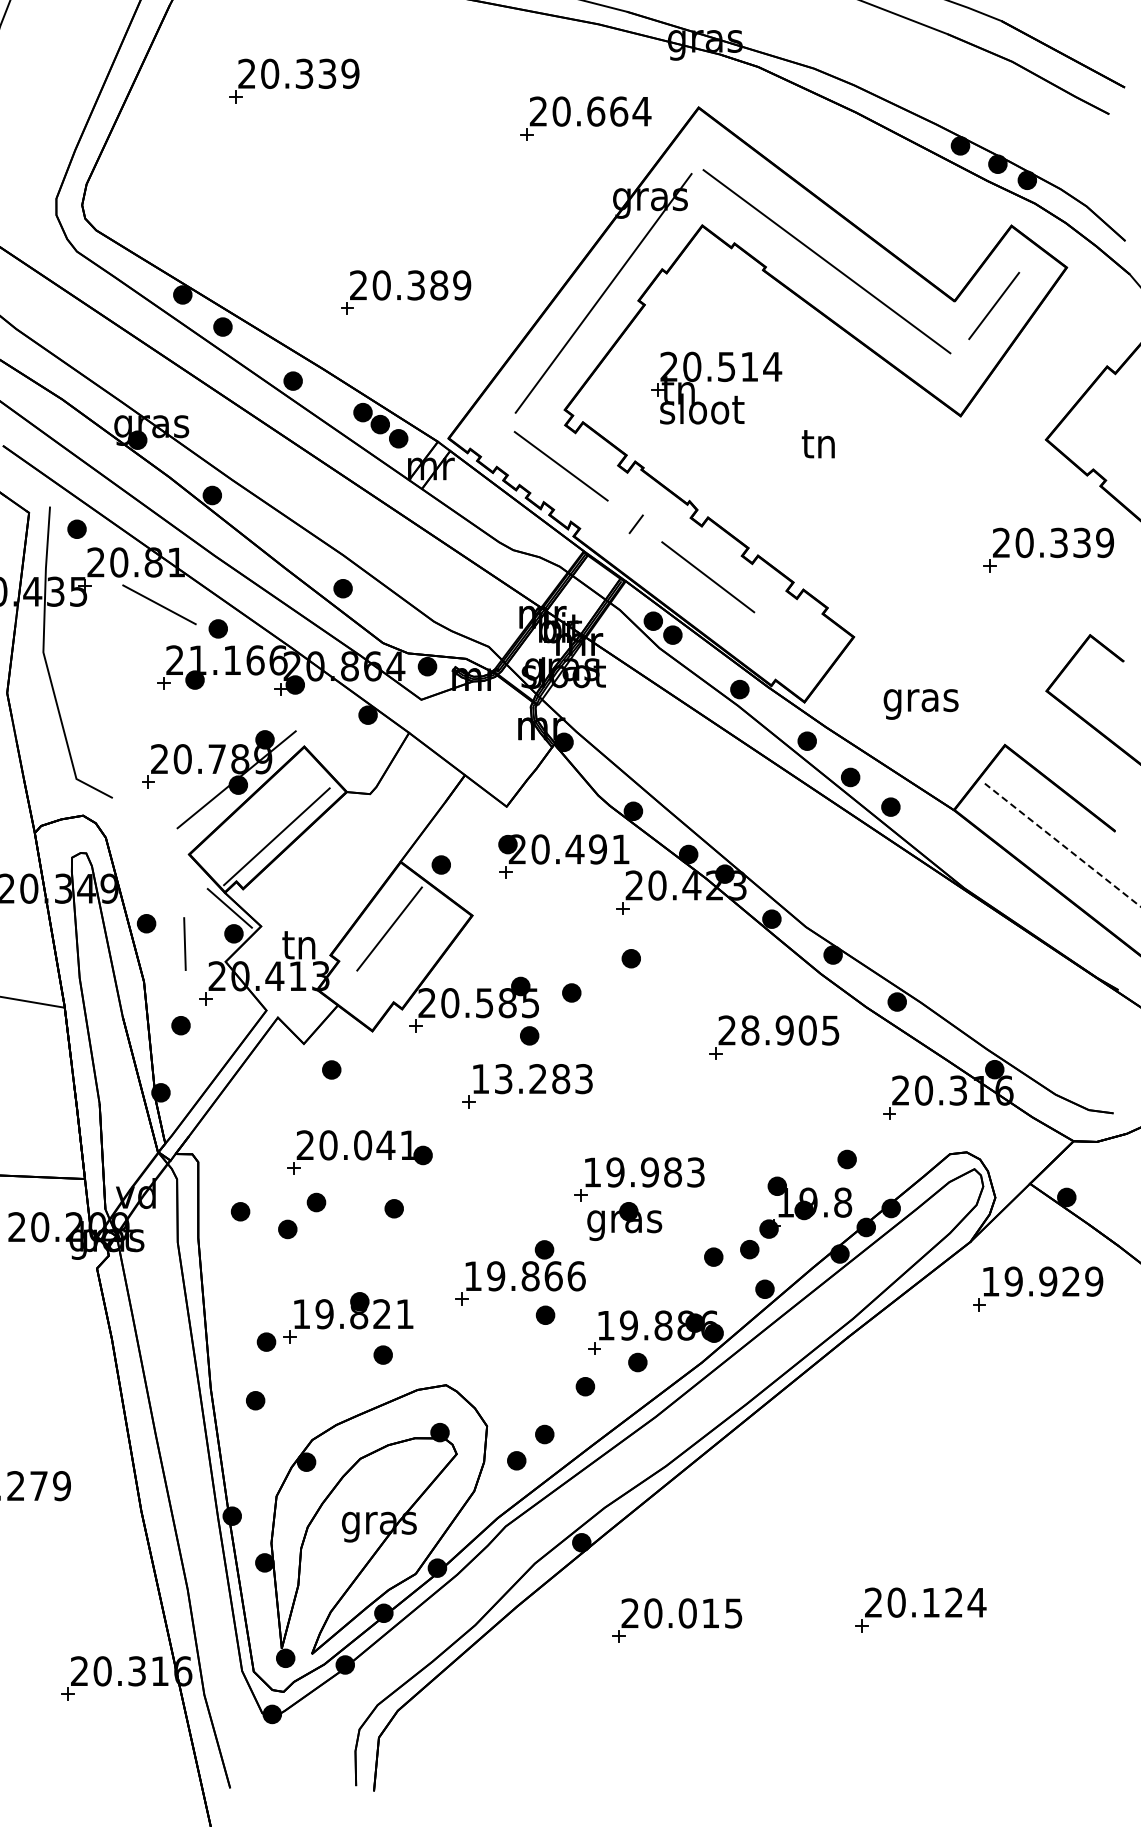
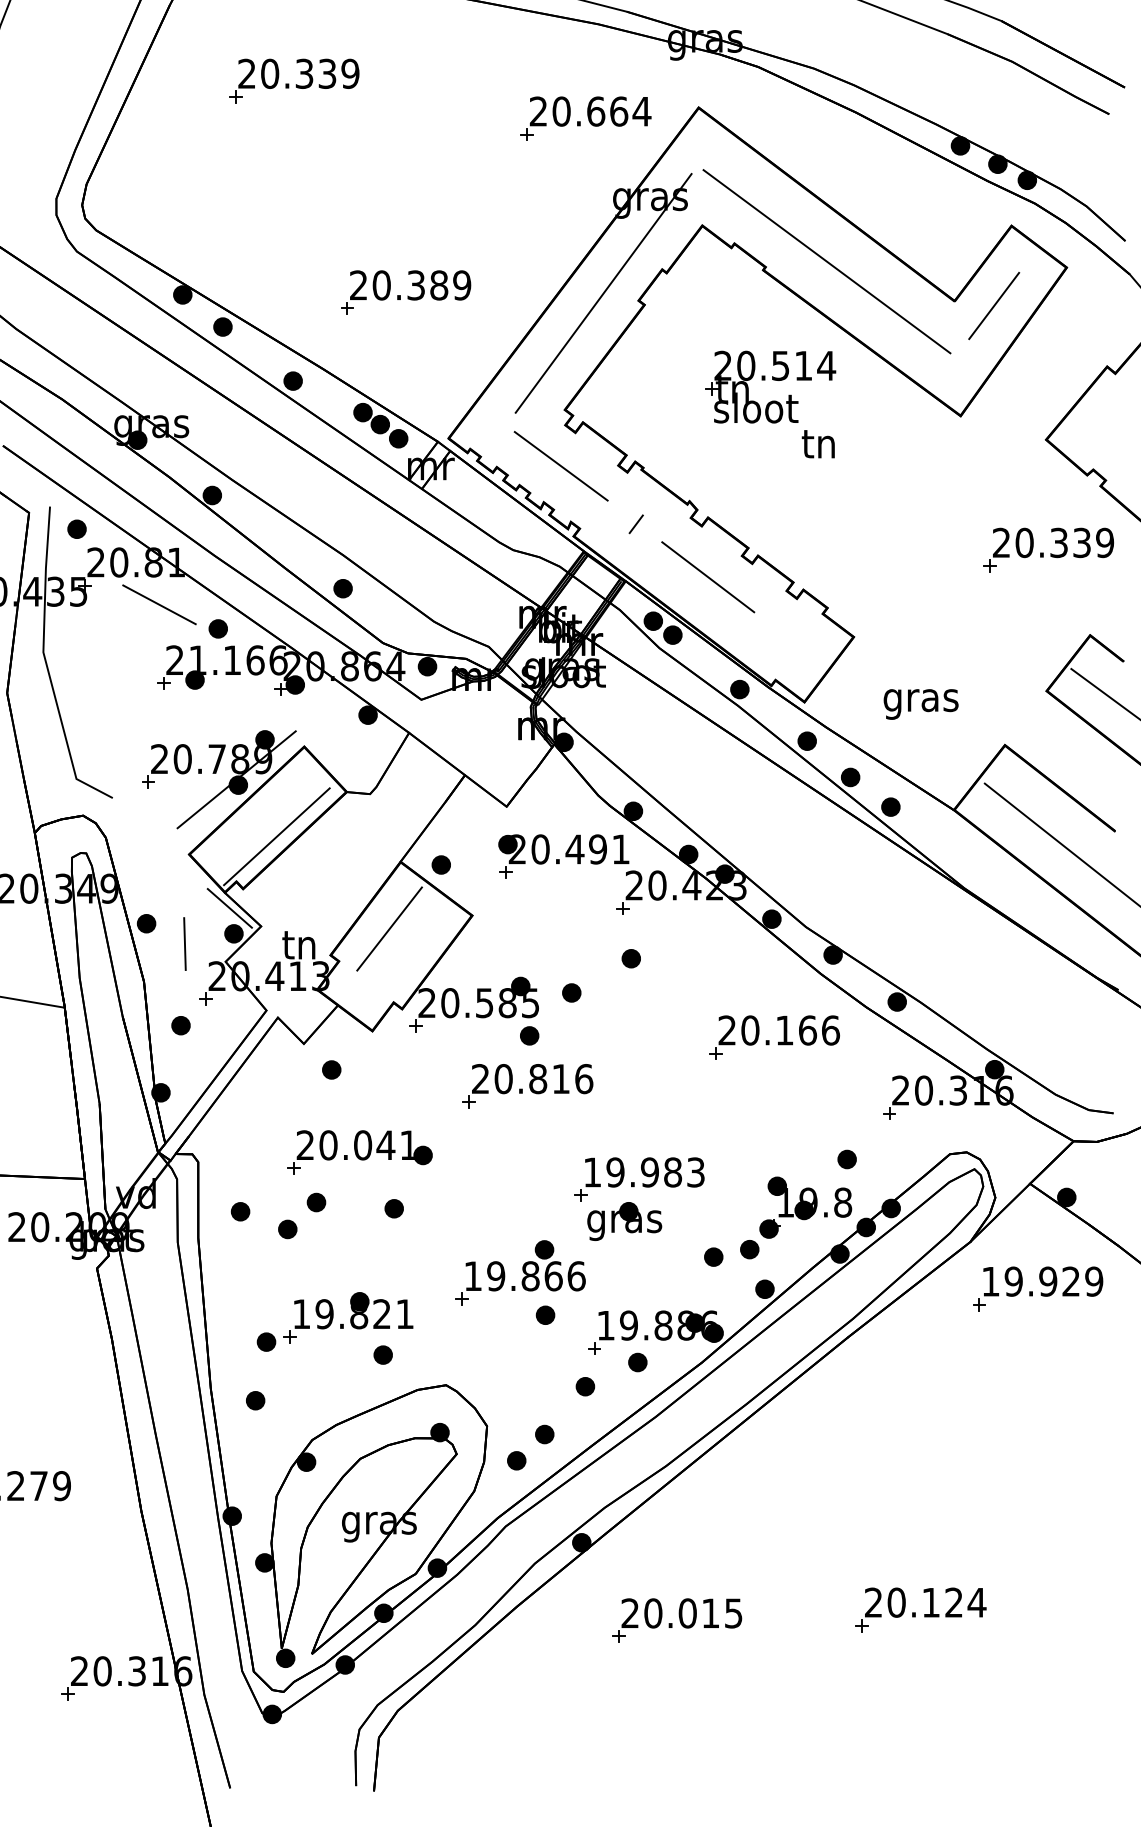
part at (719, 381) position: (719, 381) -> (773, 380)
line at (1104, 693): none -> present
line at (1062, 844): dashed -> solid
text at (790, 1030): 28.905 -> 20.166
text at (532, 1079): 13.283 -> 20.816
